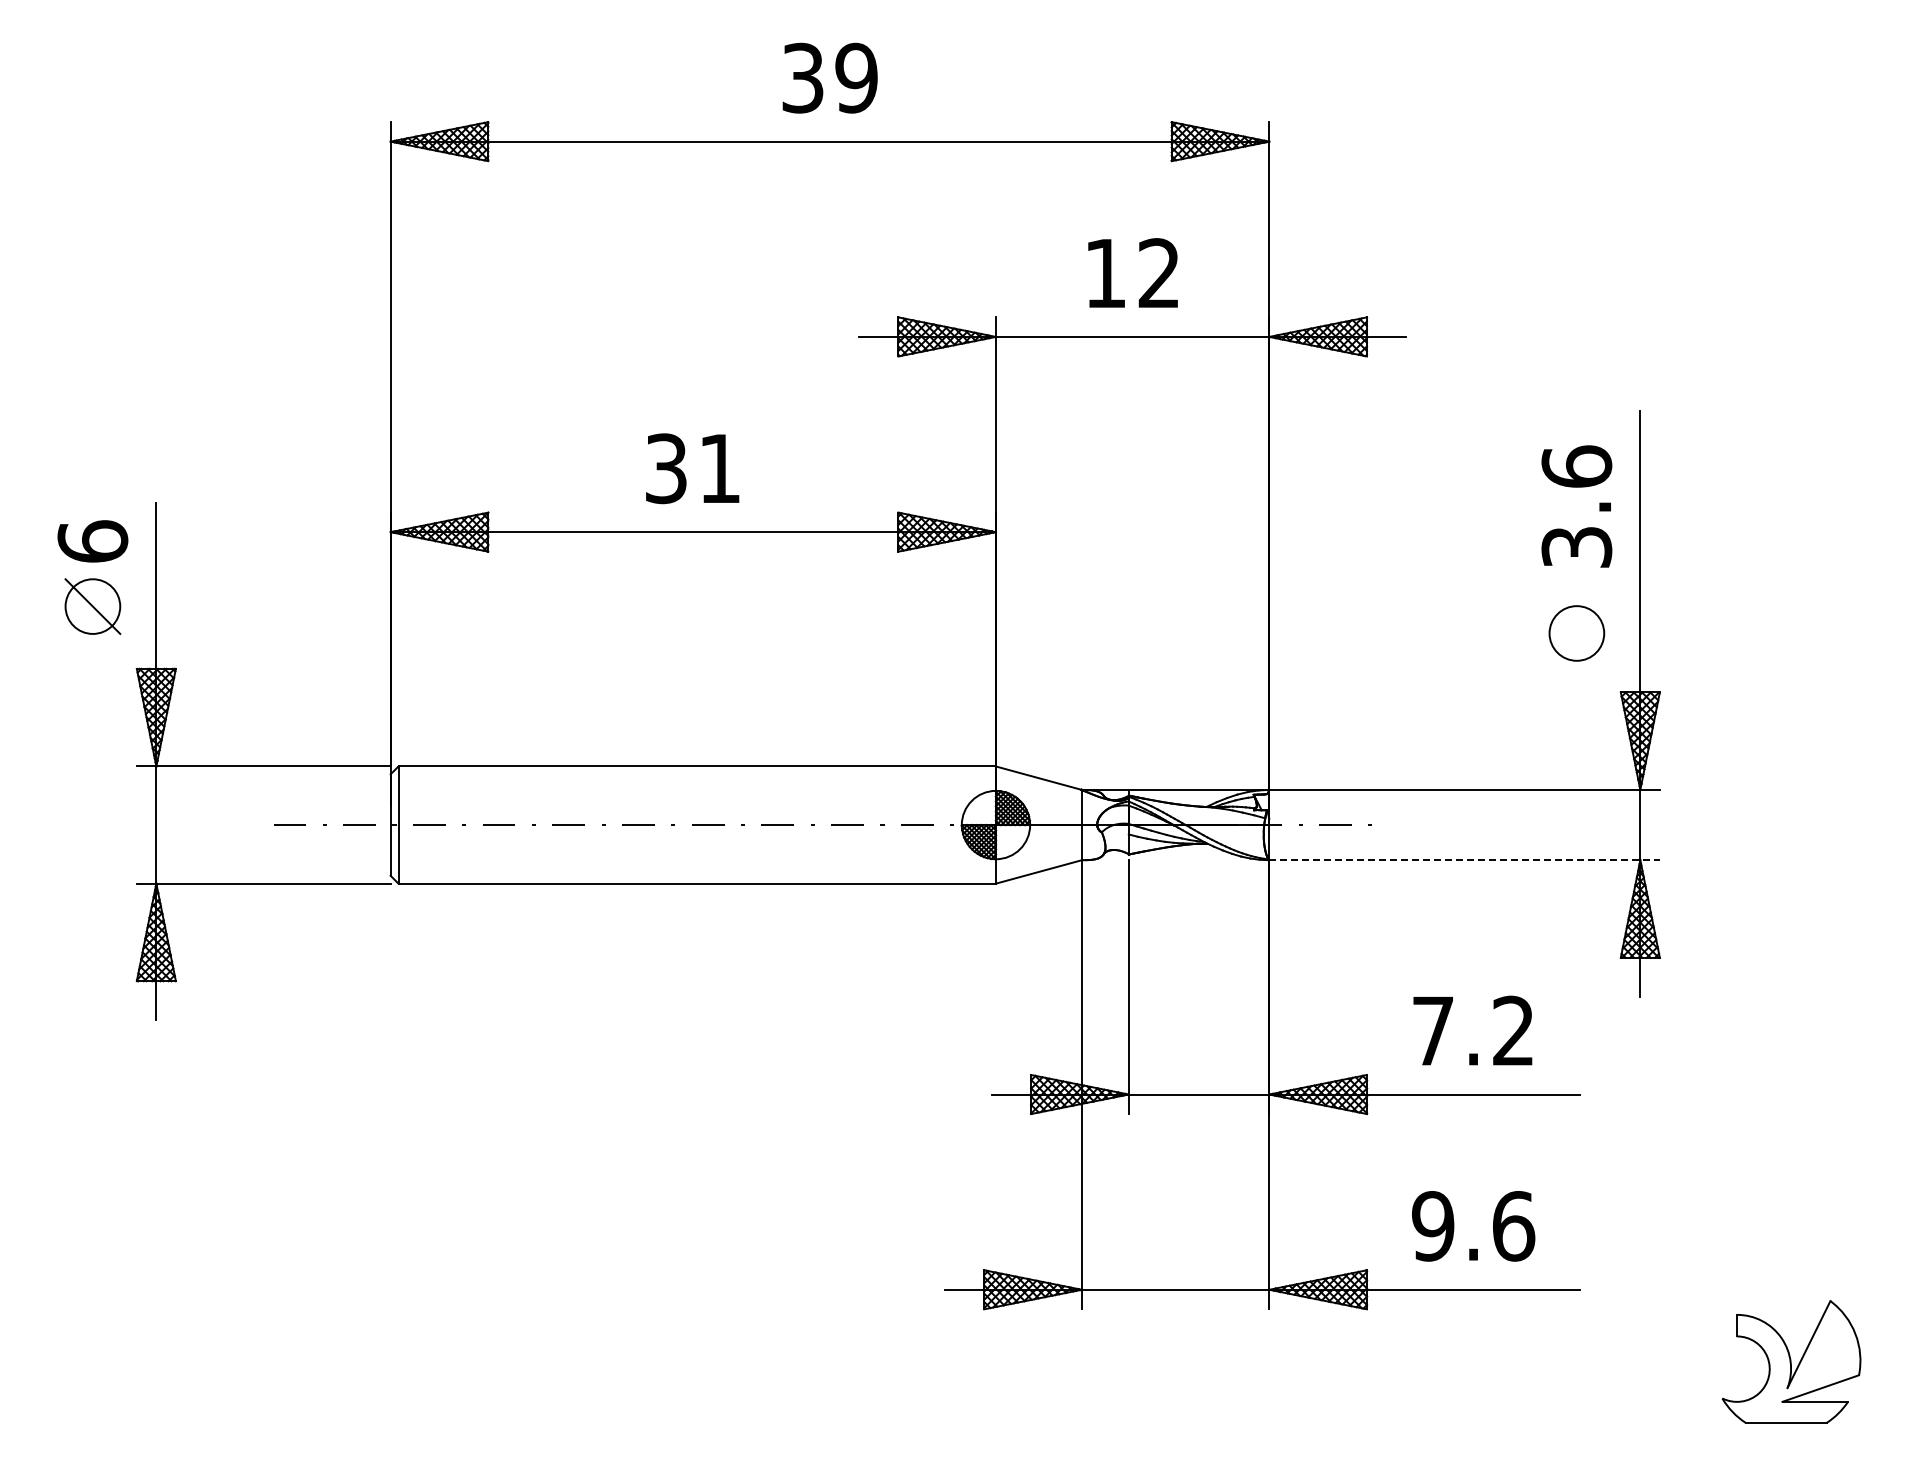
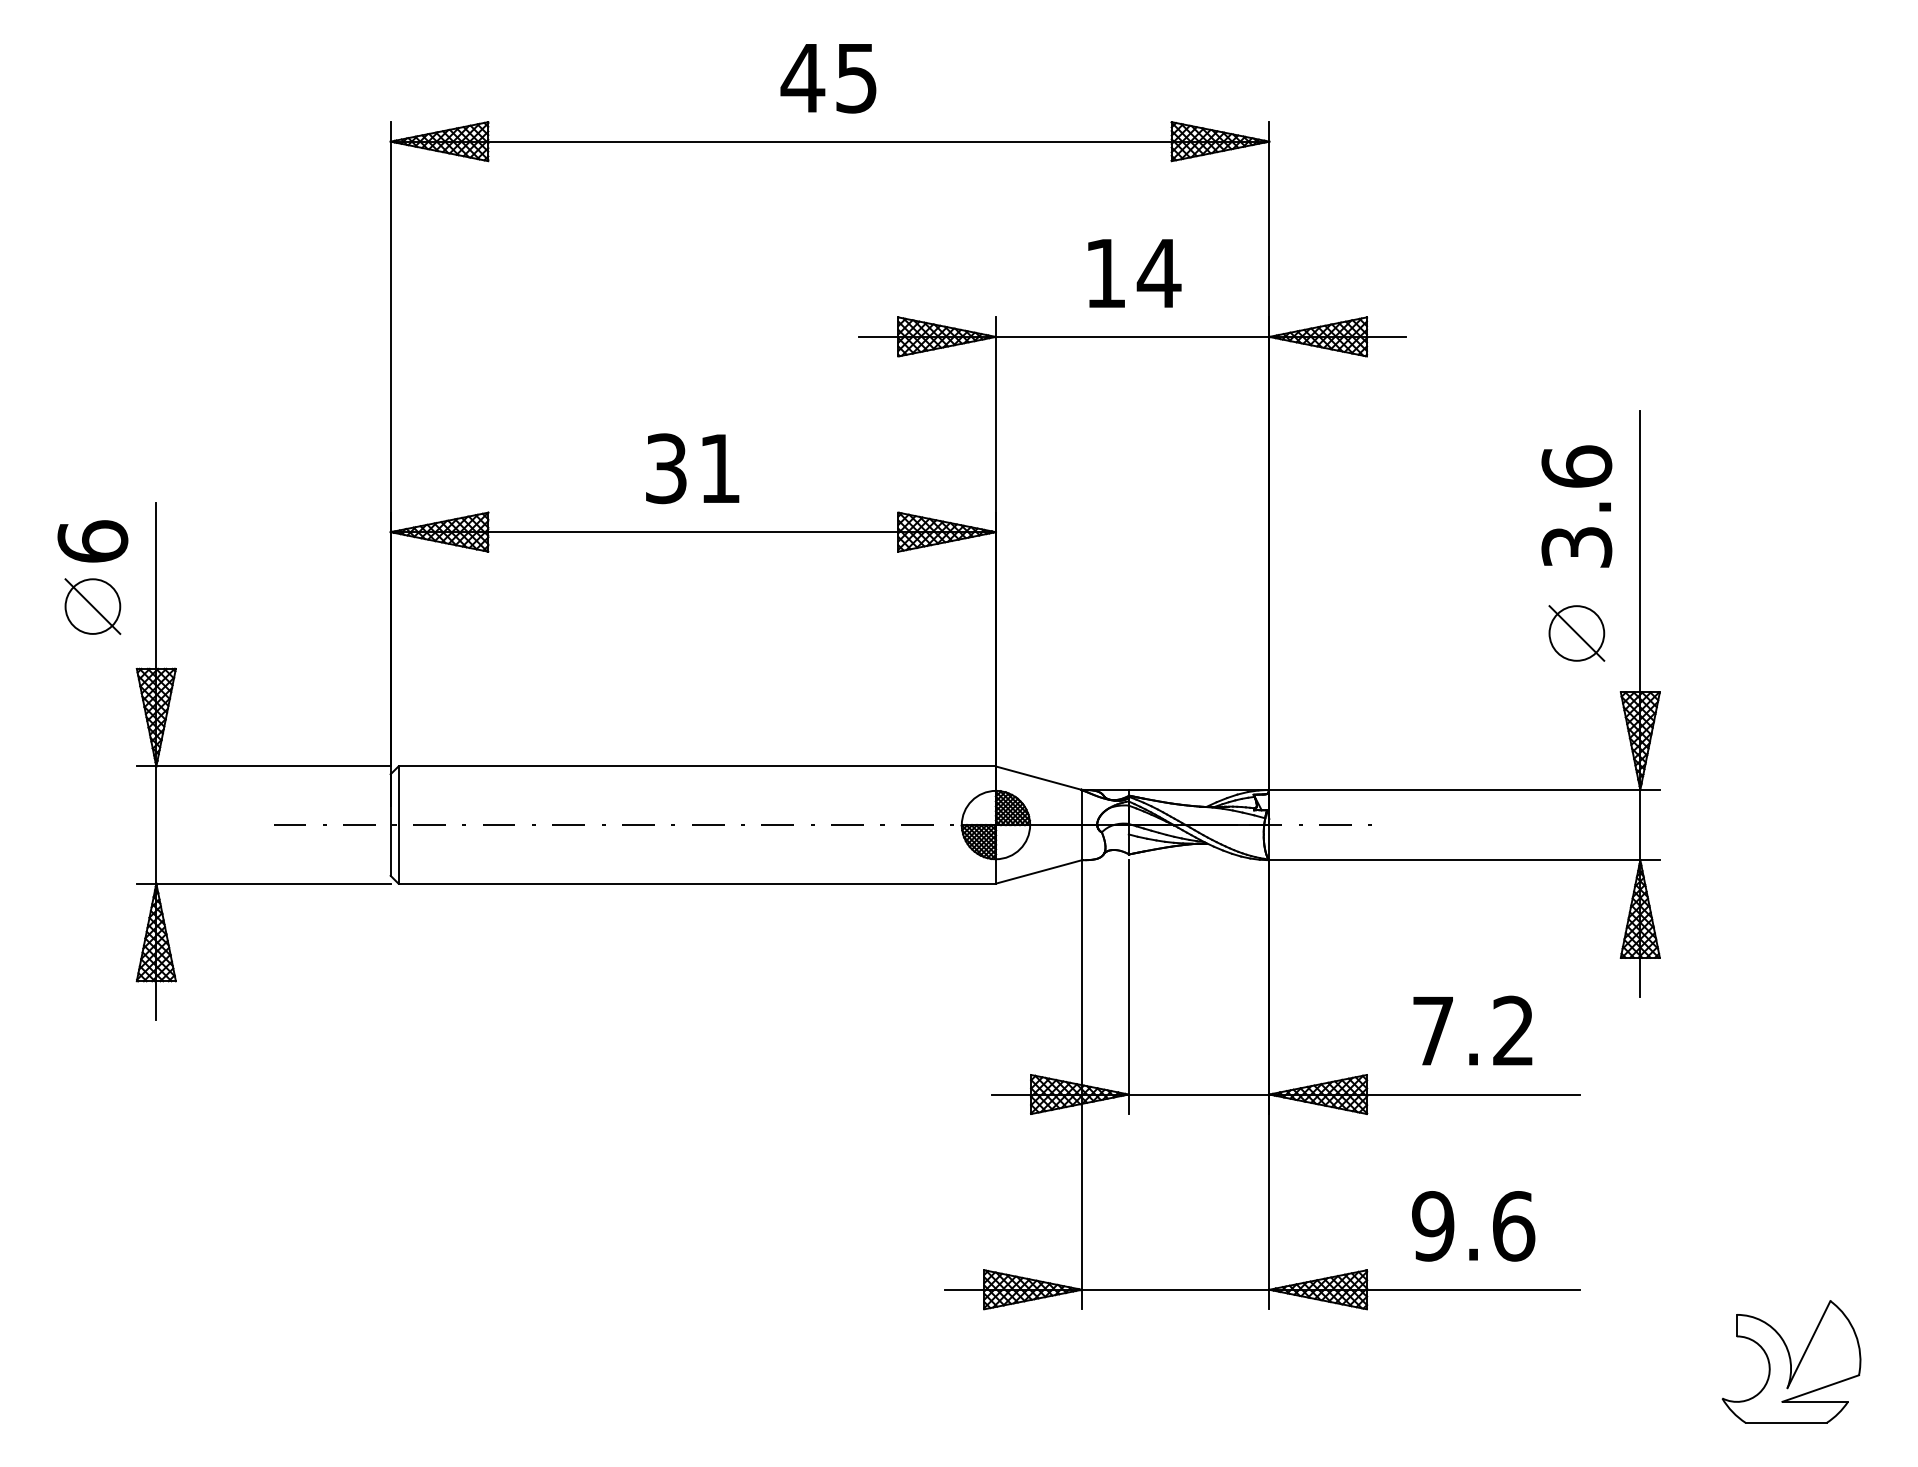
text at (828, 77): 39 -> 45
text at (1158, 272): 12 -> 14
line at (1576, 633): none -> present
line at (1465, 860): dashed -> solid
